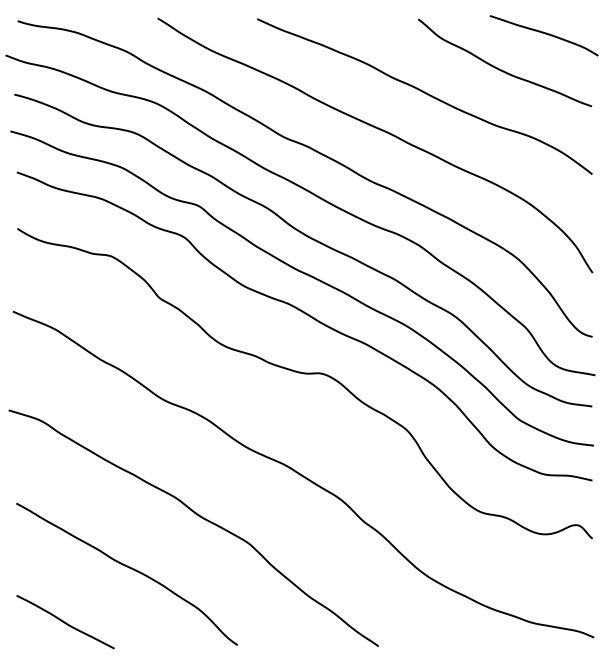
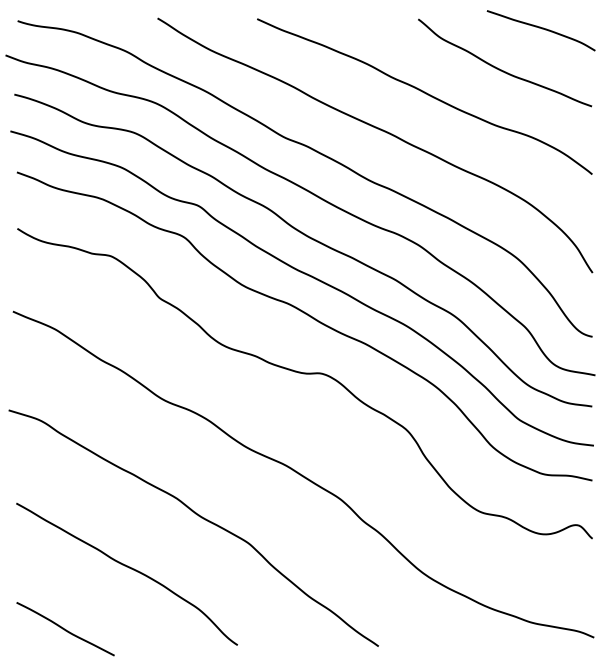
curve at (543, 33) position: (543, 33) -> (540, 28)
curve at (65, 622) position: (65, 622) -> (65, 629)
